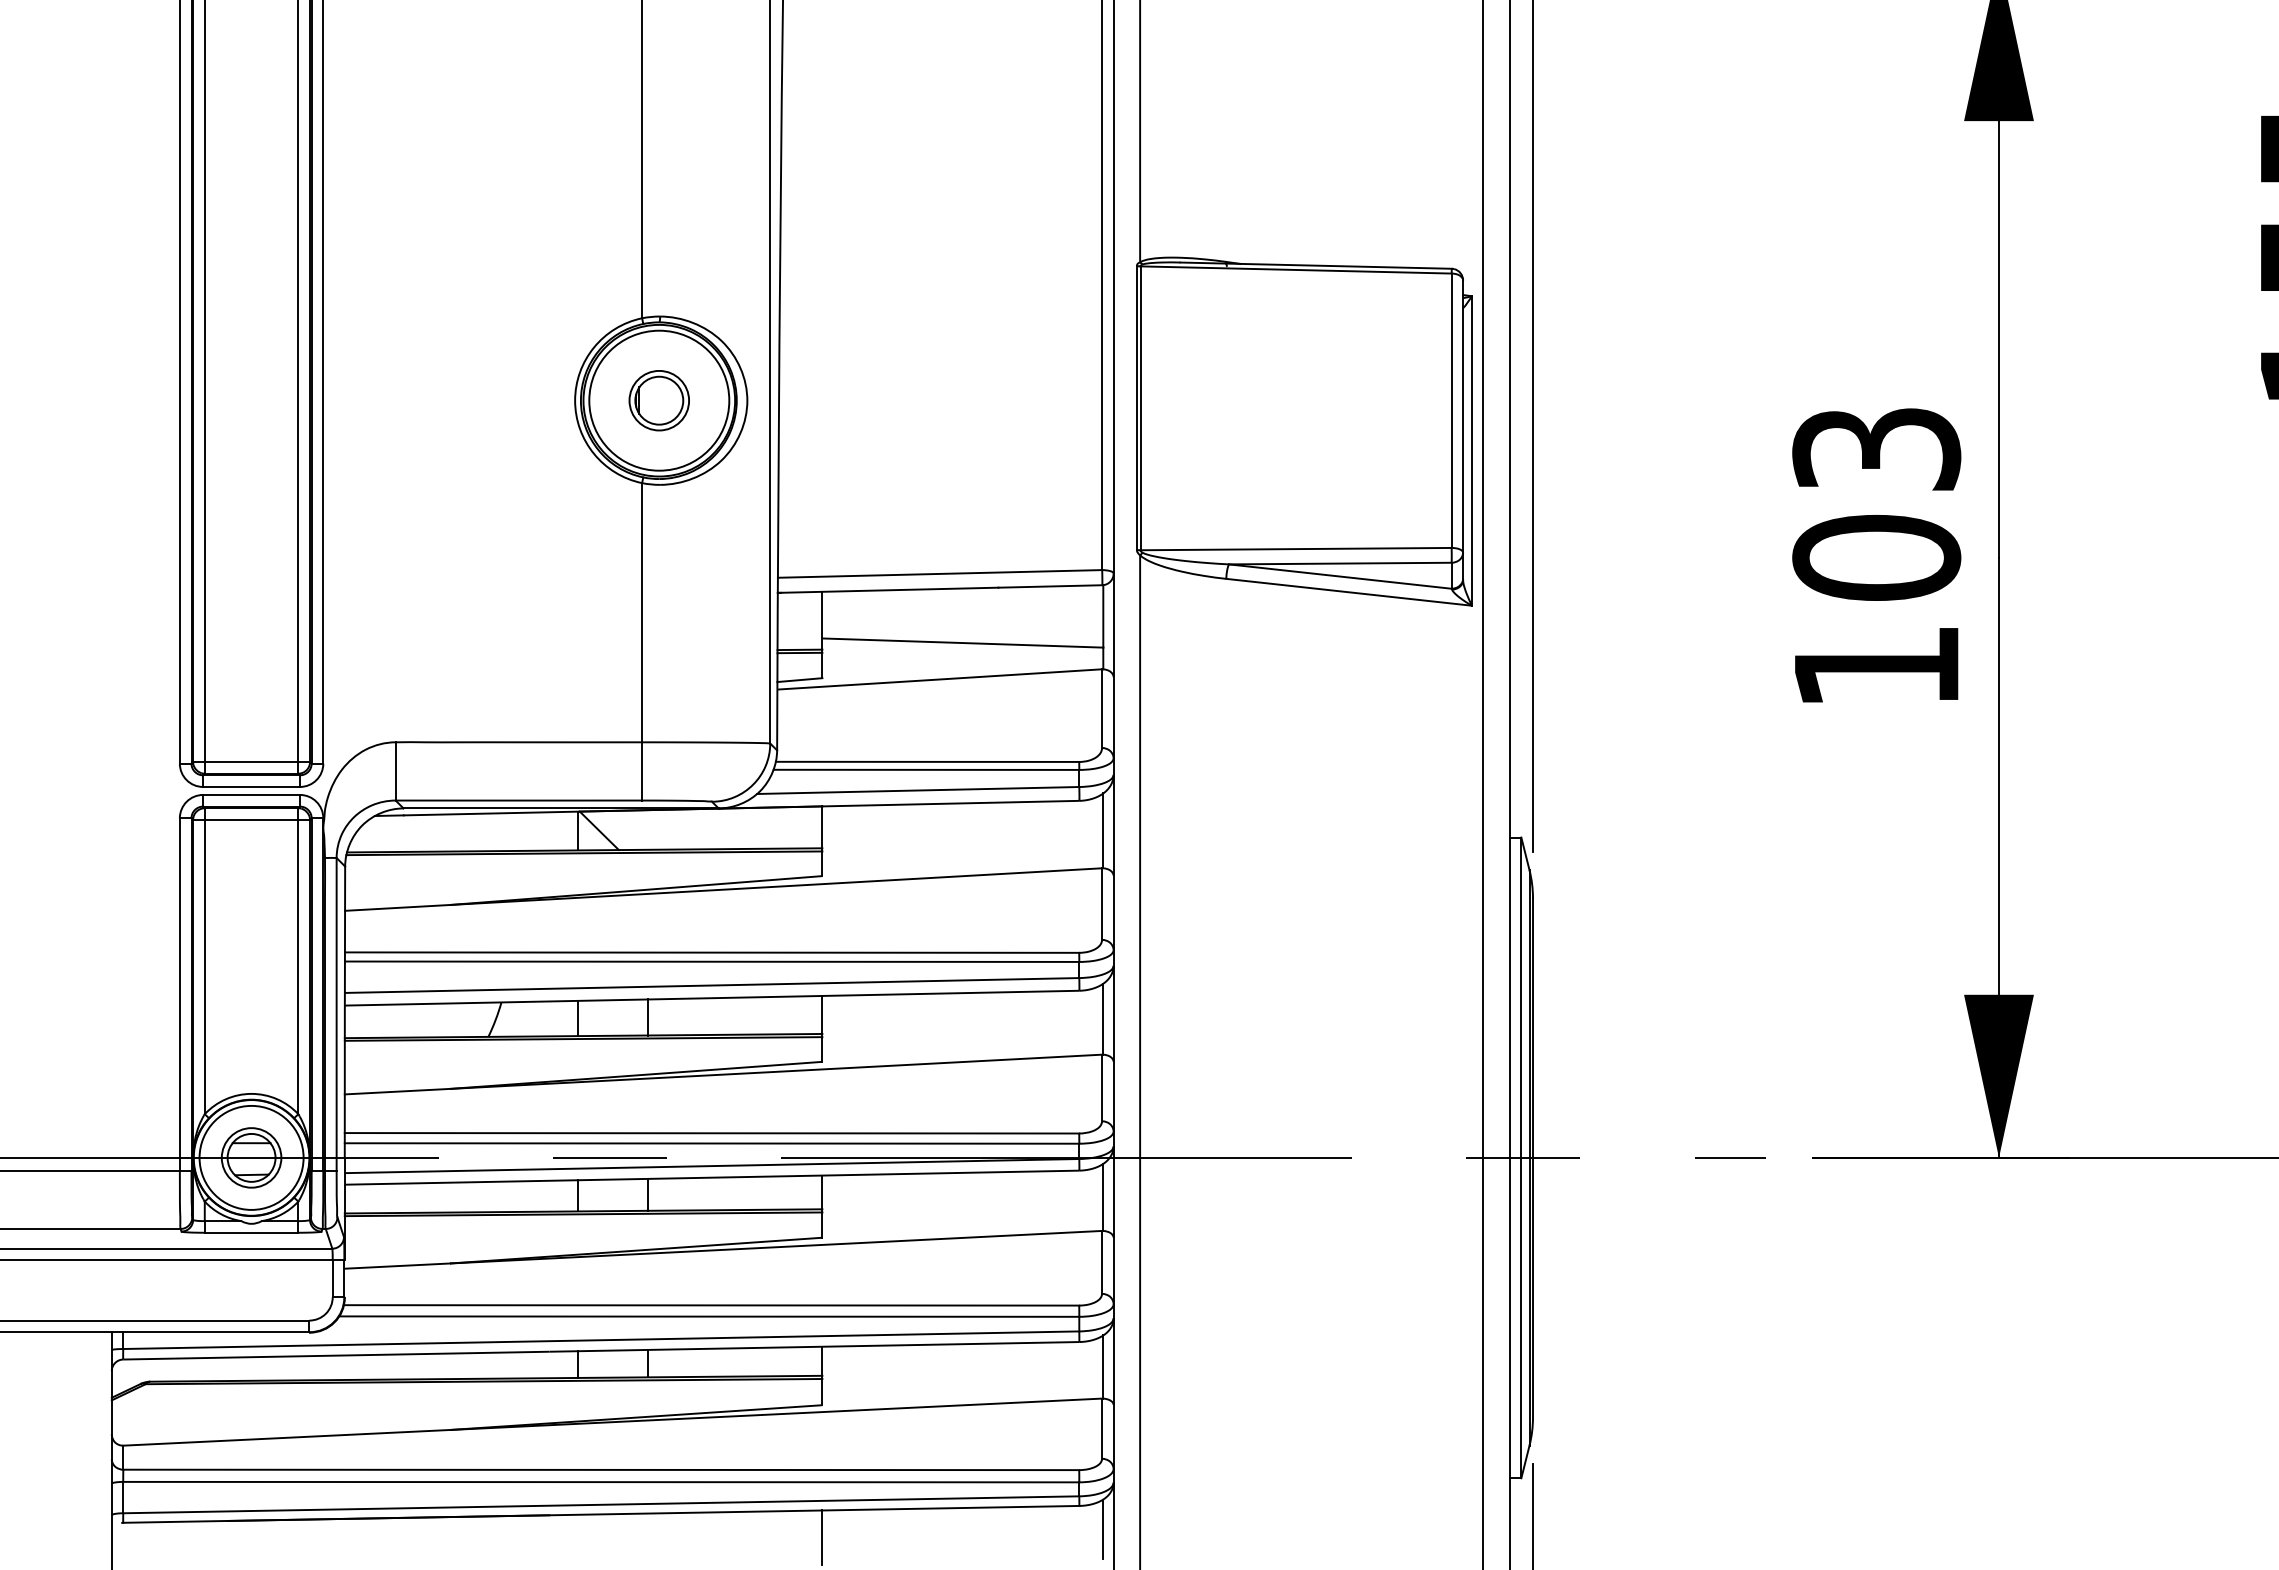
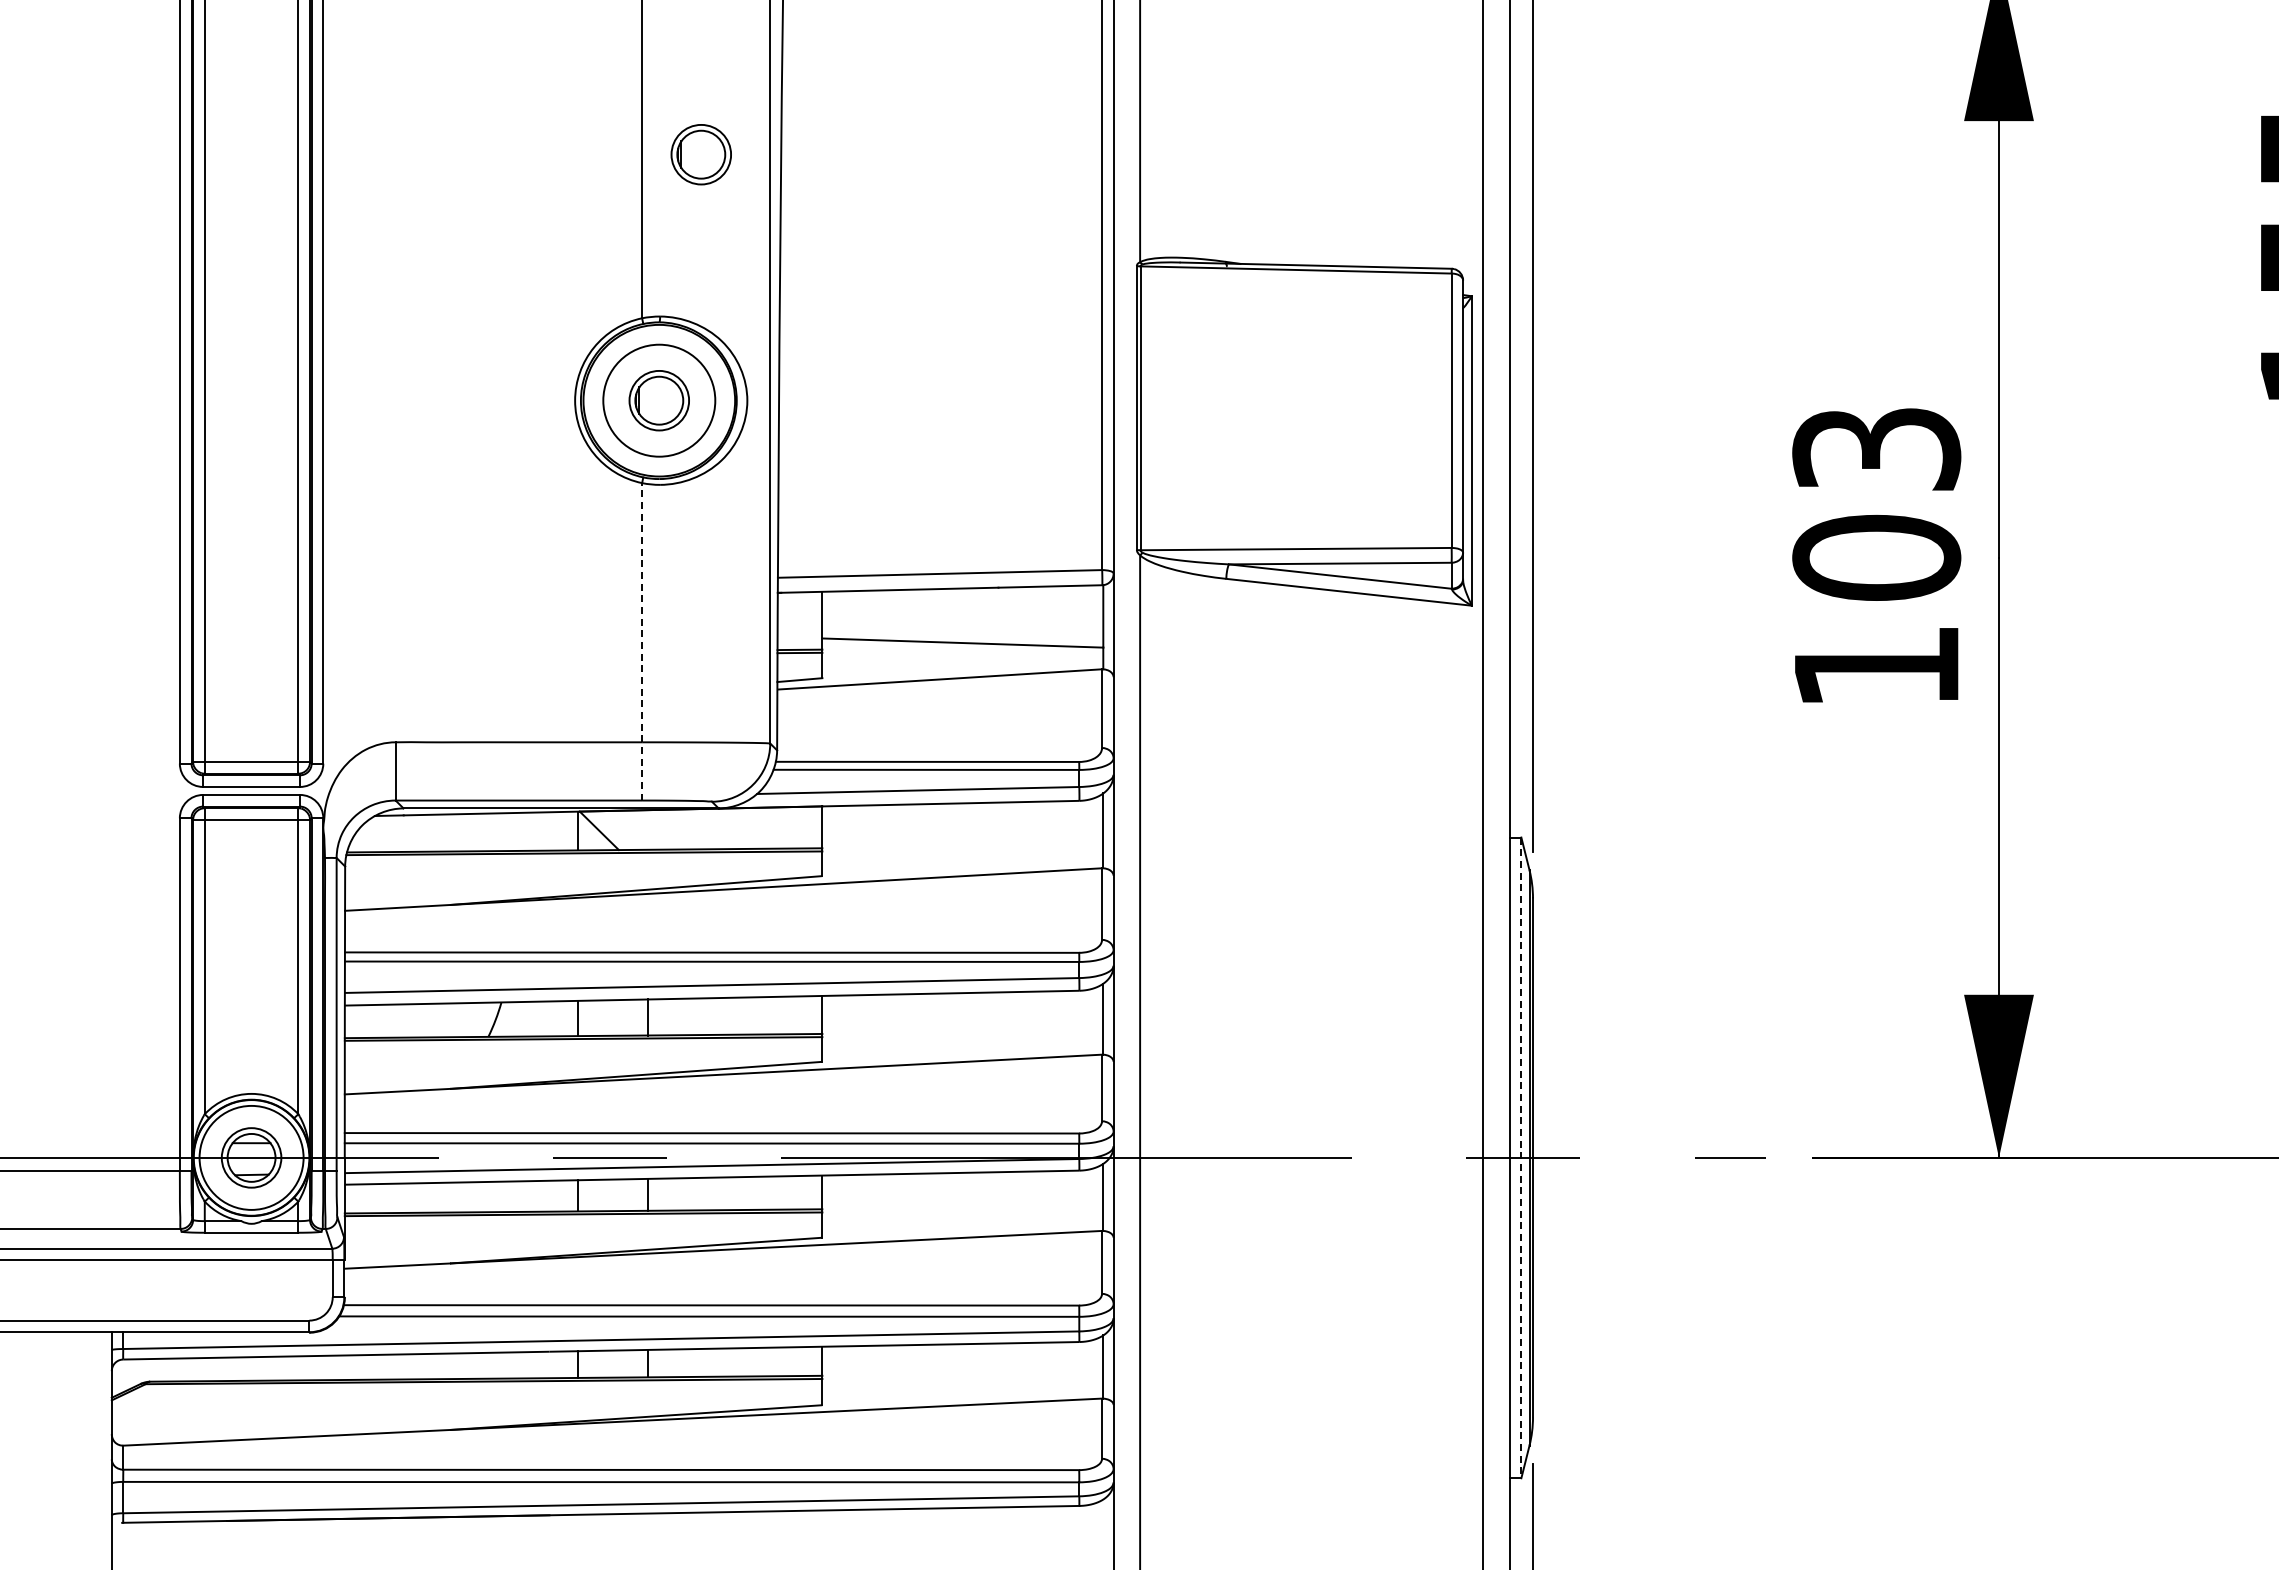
part at (700, 154): none -> present
circle at (659, 400) diameter: 140 px -> 112 px
line at (642, 641): solid -> dashed
line at (1521, 1158): solid -> dashed
line at (1103, 1528): present -> none
line at (822, 1537): present -> none
